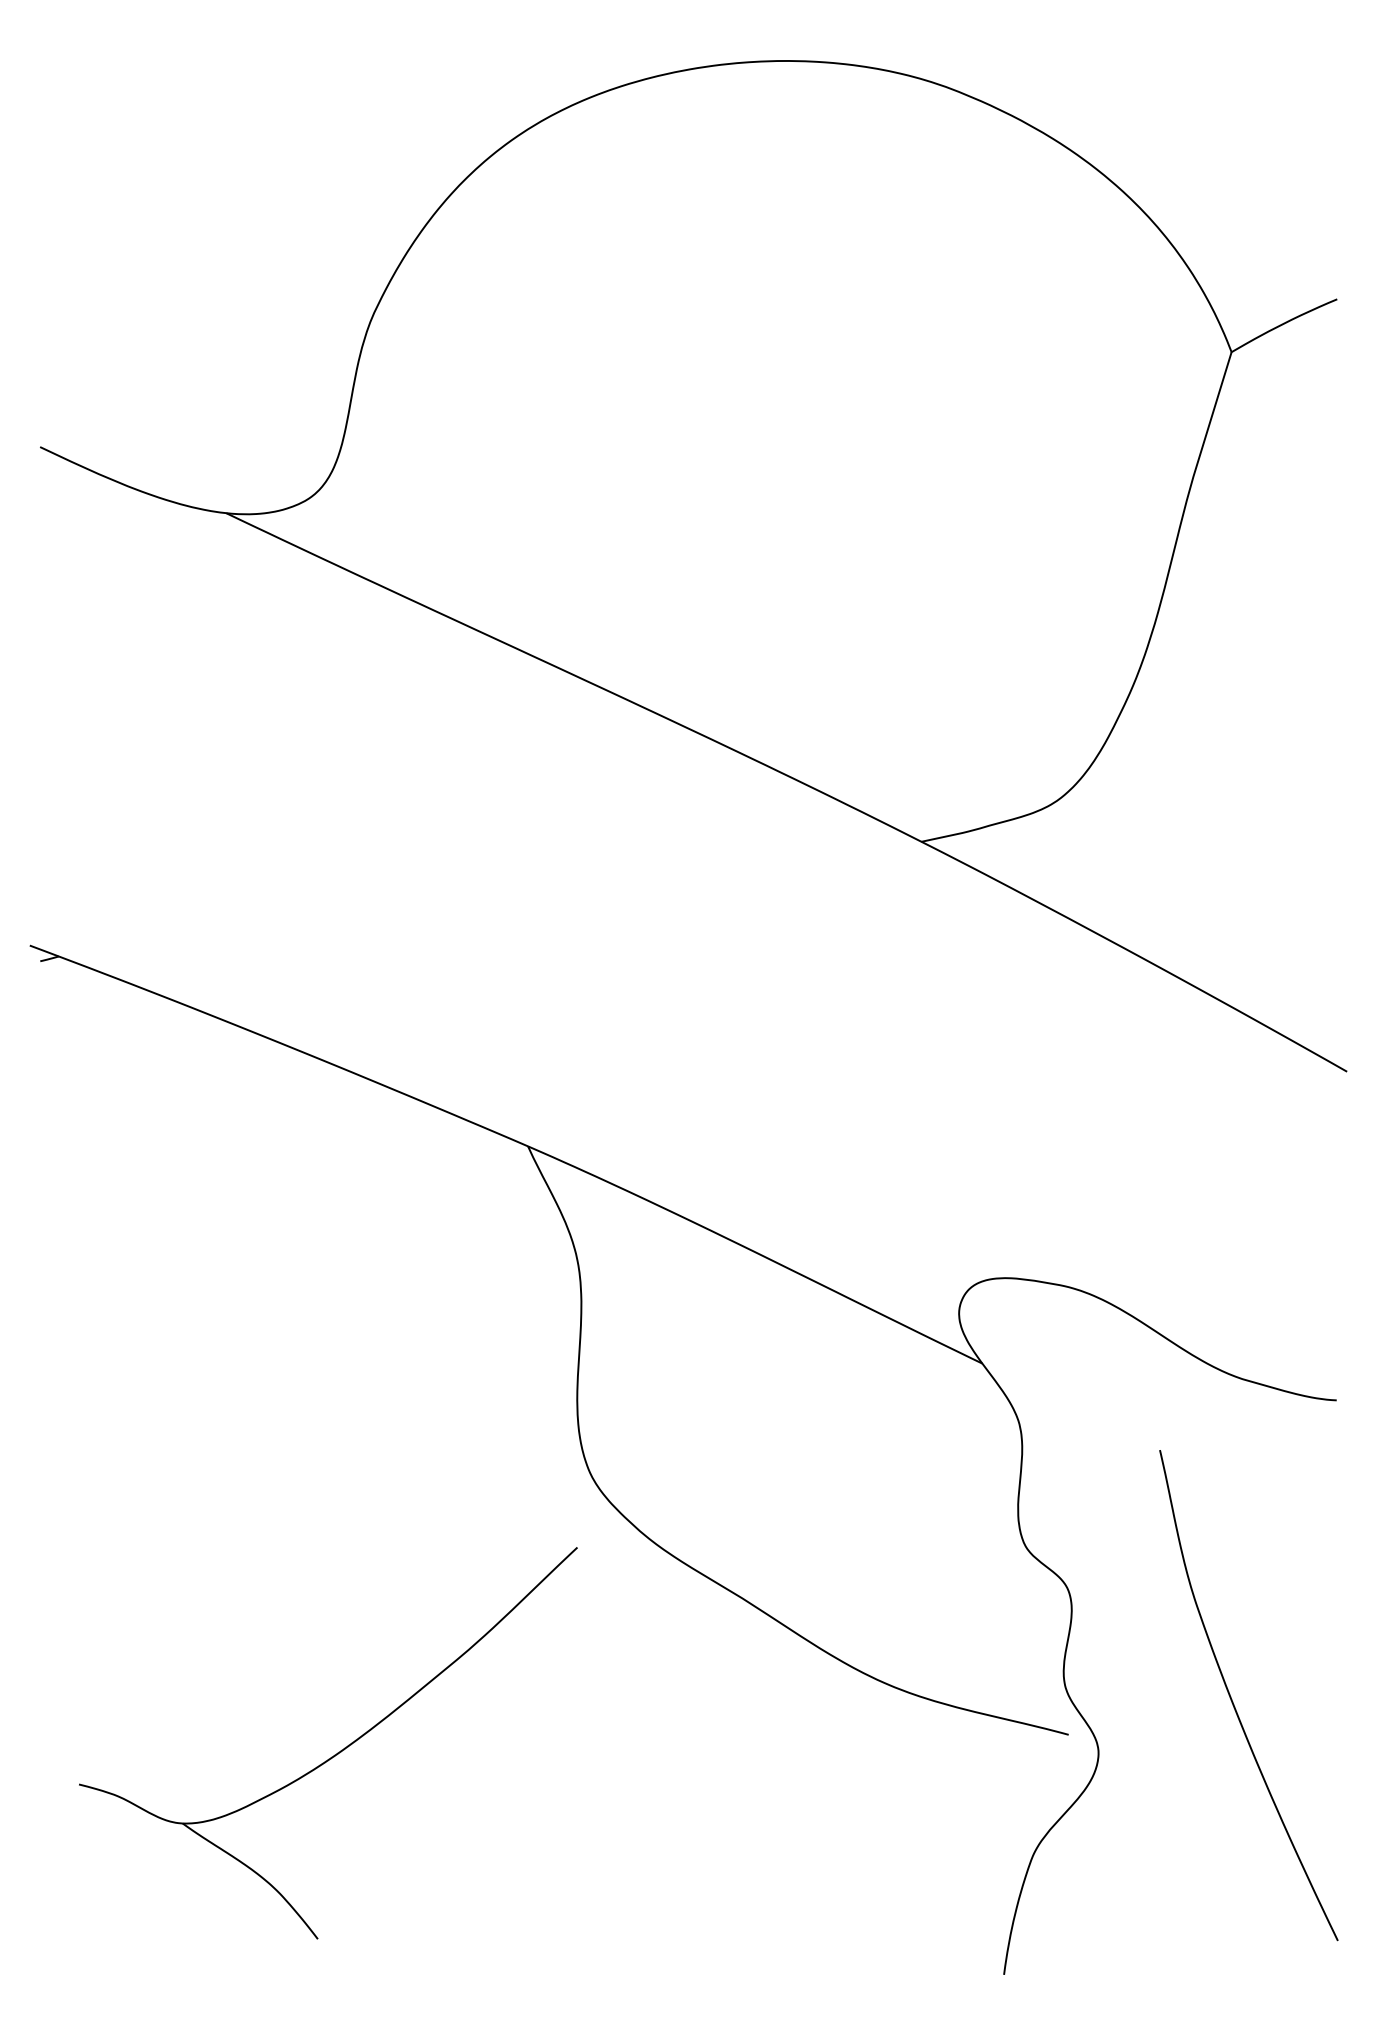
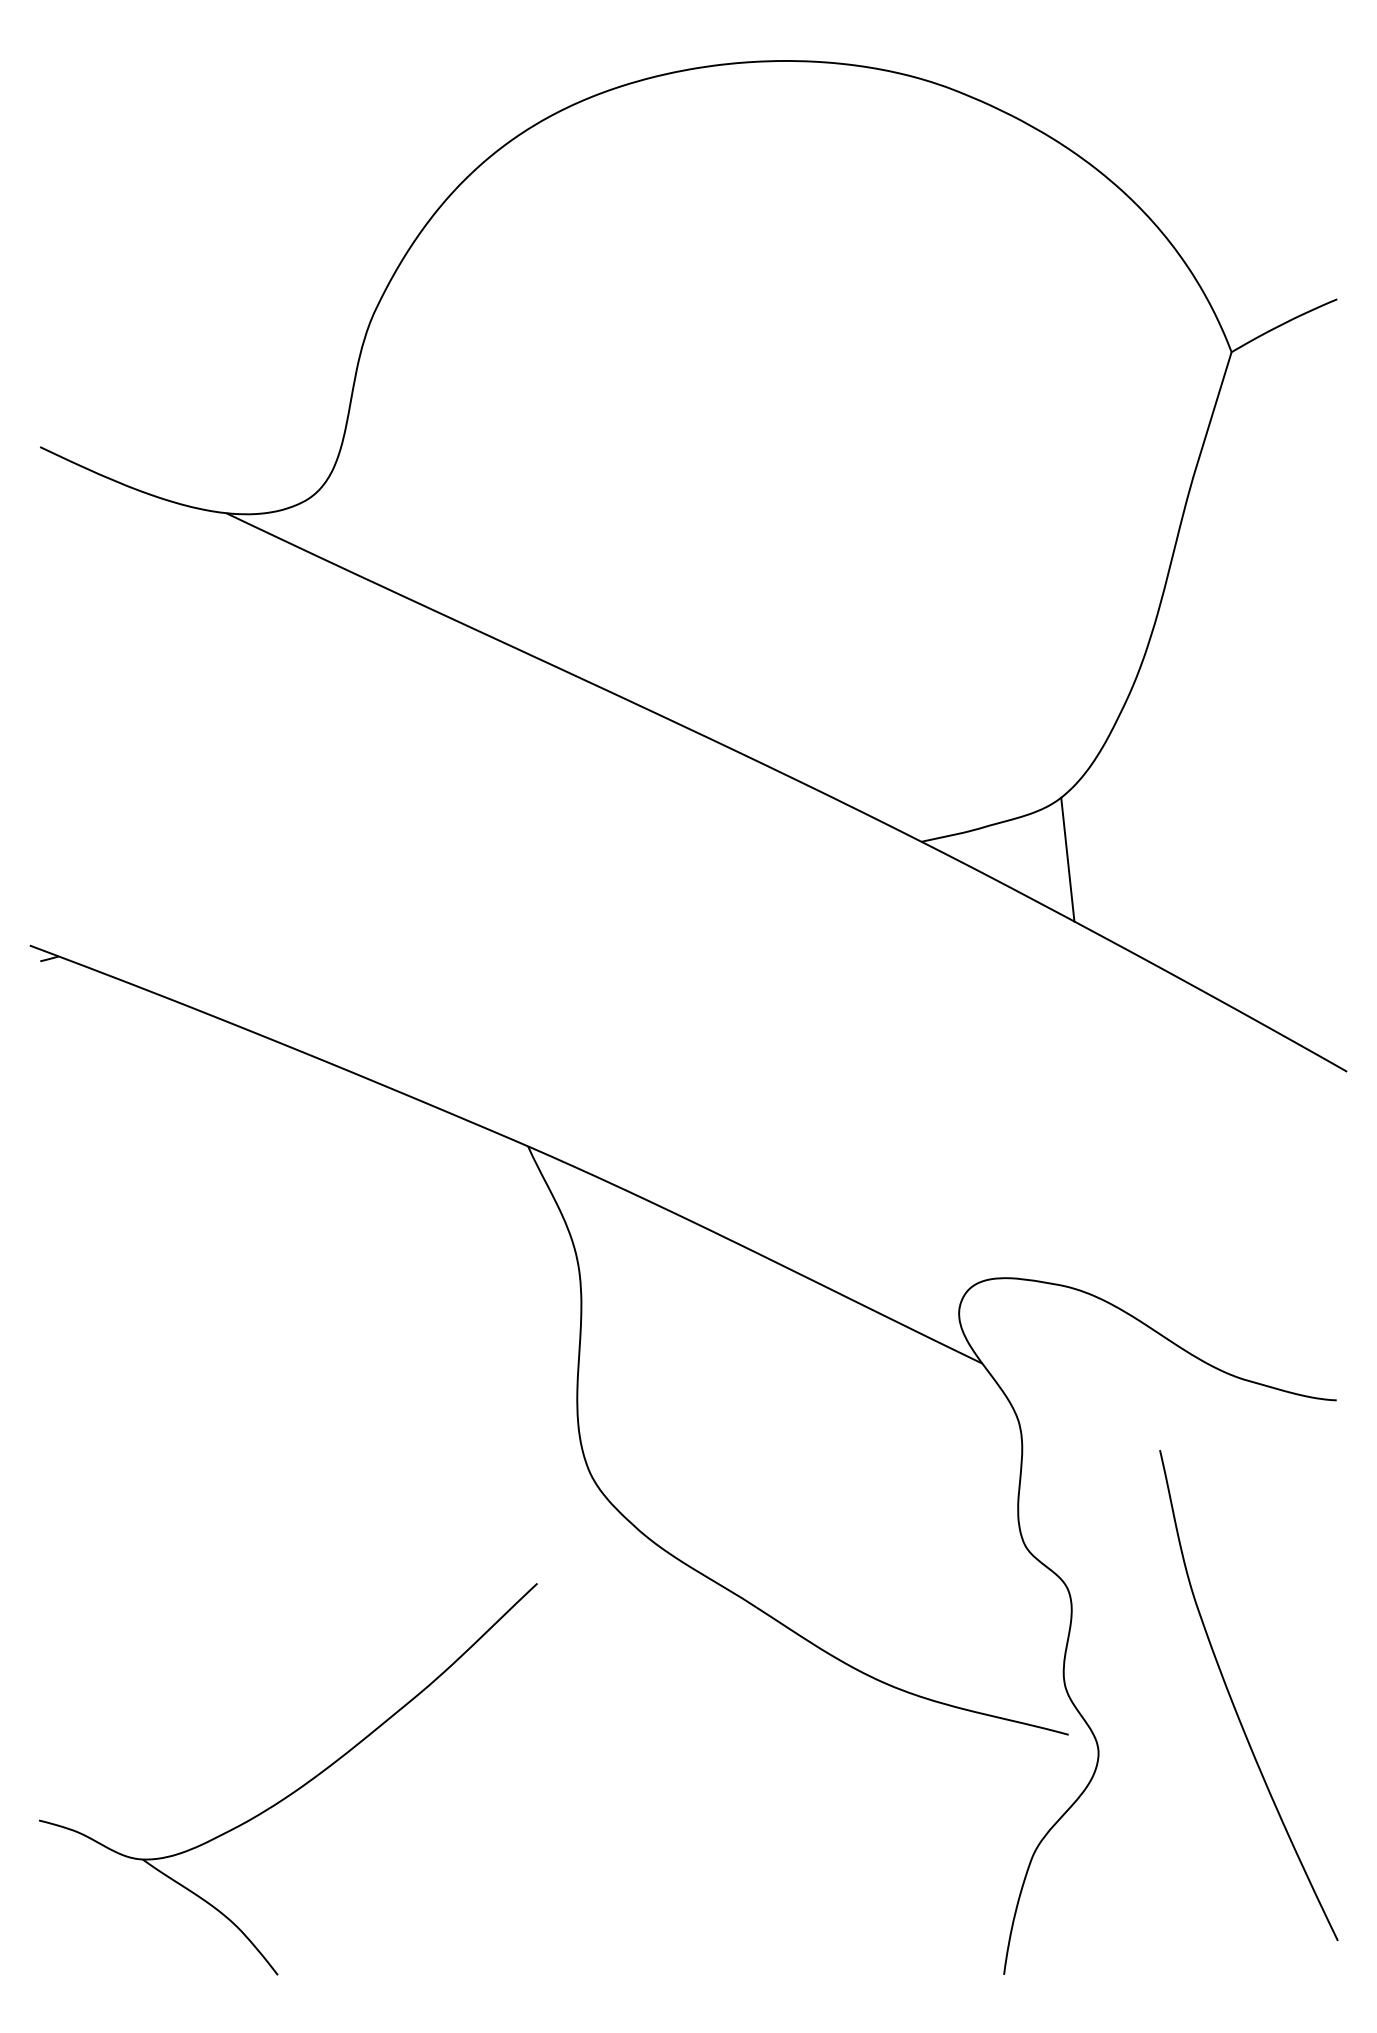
line at (1067, 859): none -> present
part at (334, 1754) position: (334, 1754) -> (294, 1790)
